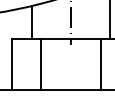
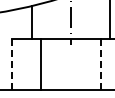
line at (11, 64): solid -> dashed
line at (100, 64): solid -> dashed
